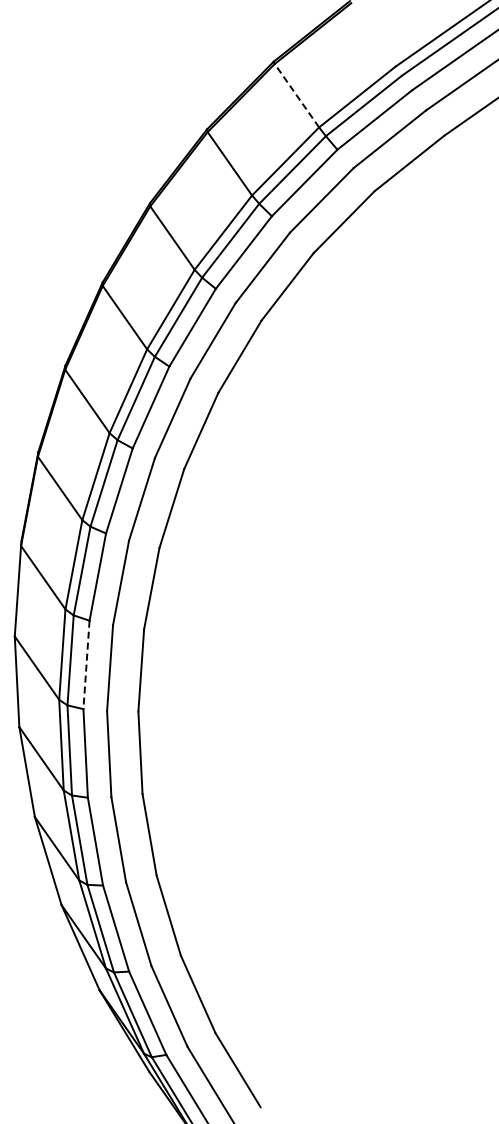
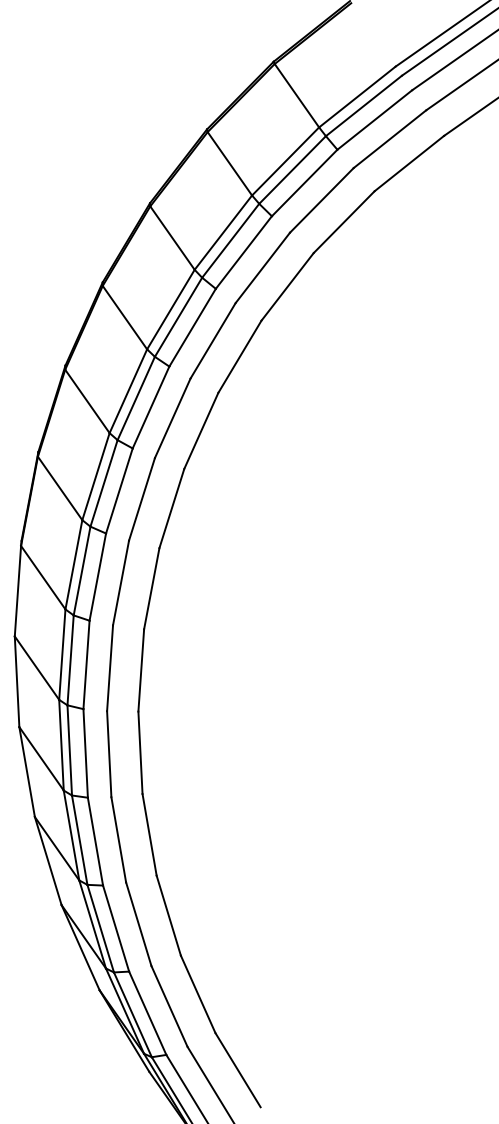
line at (296, 95): dashed -> solid
line at (86, 665): dashed -> solid
